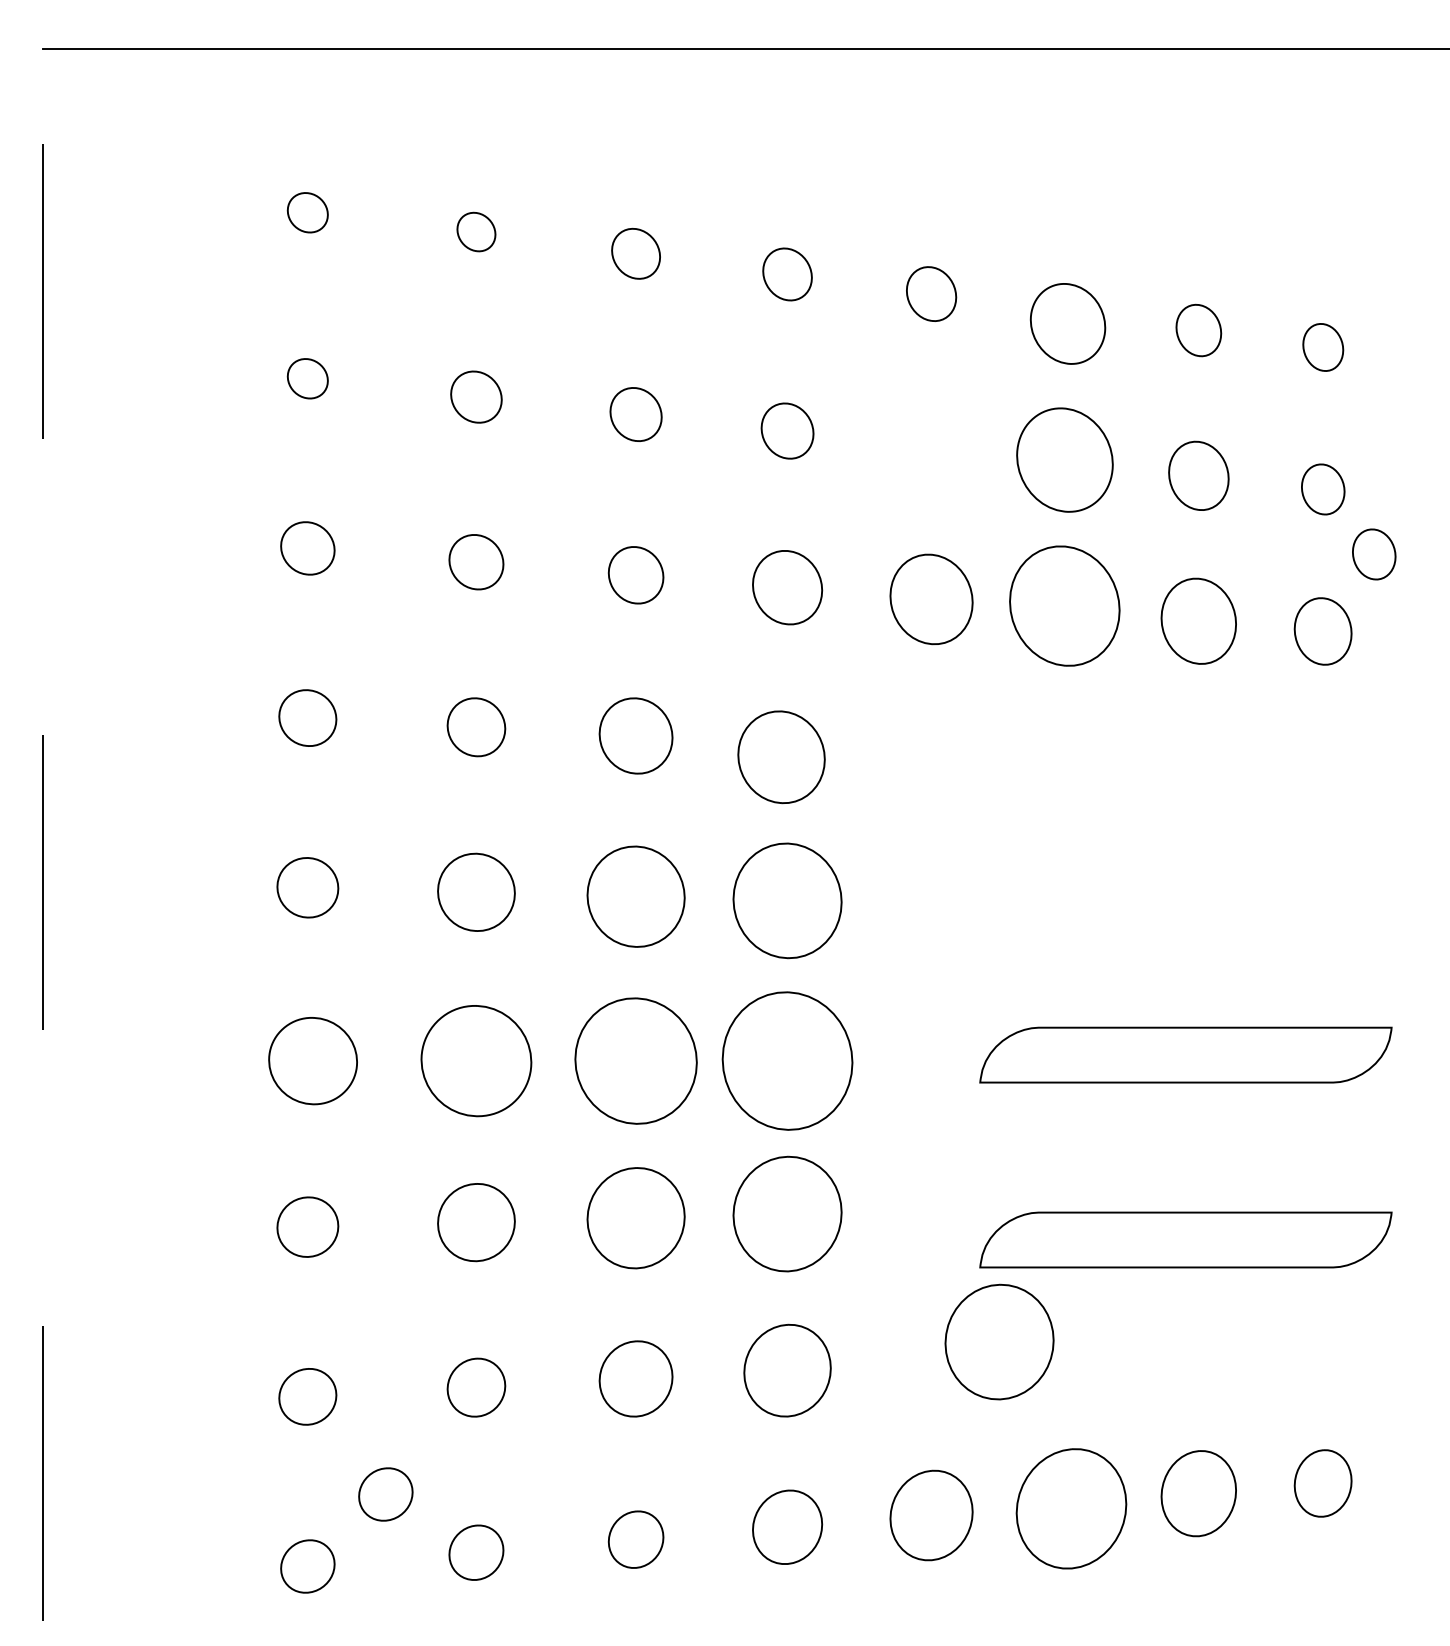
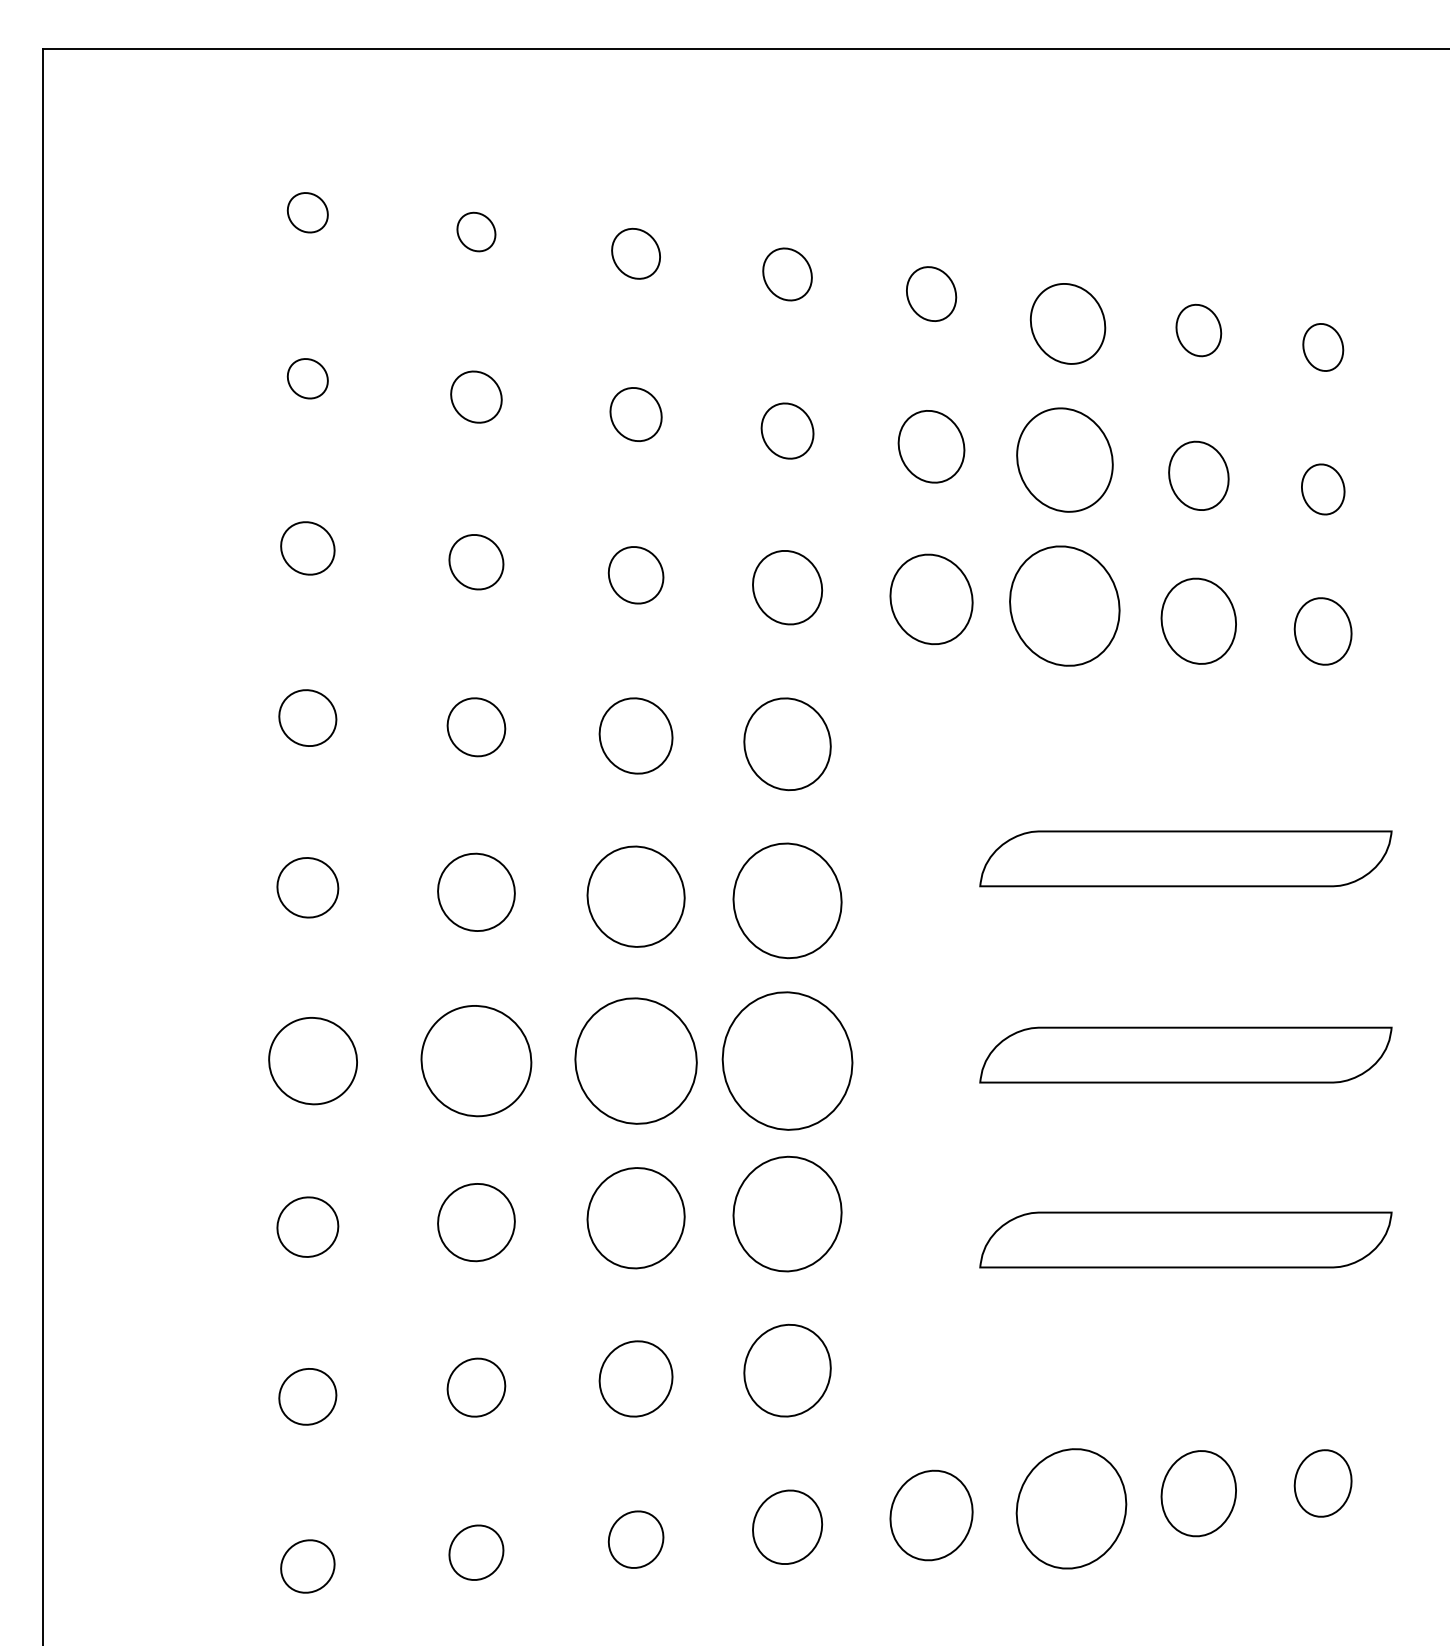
part at (931, 446): none -> present
part at (1374, 554): present -> none
part at (781, 757) position: (781, 757) -> (787, 744)
line at (43, 847): dashed -> solid
part at (1185, 858): none -> present
part at (999, 1341): present -> none
part at (385, 1494): present -> none
